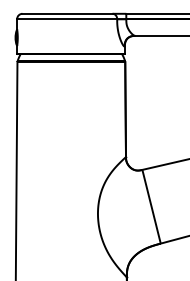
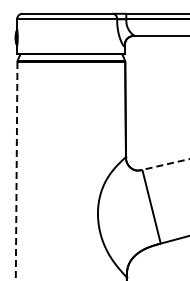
line at (165, 164): solid -> dashed
line at (16, 171): solid -> dashed
